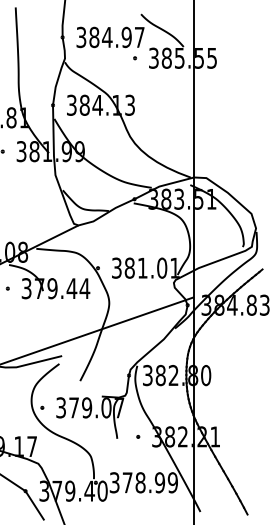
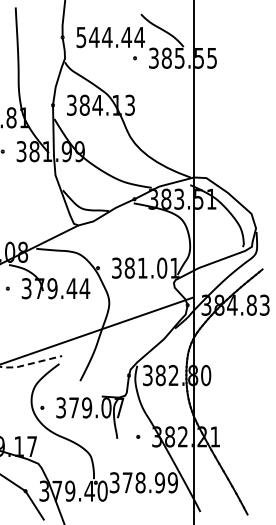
text at (111, 37): 384.97 -> 544.44
line at (30, 363): solid -> dashed
